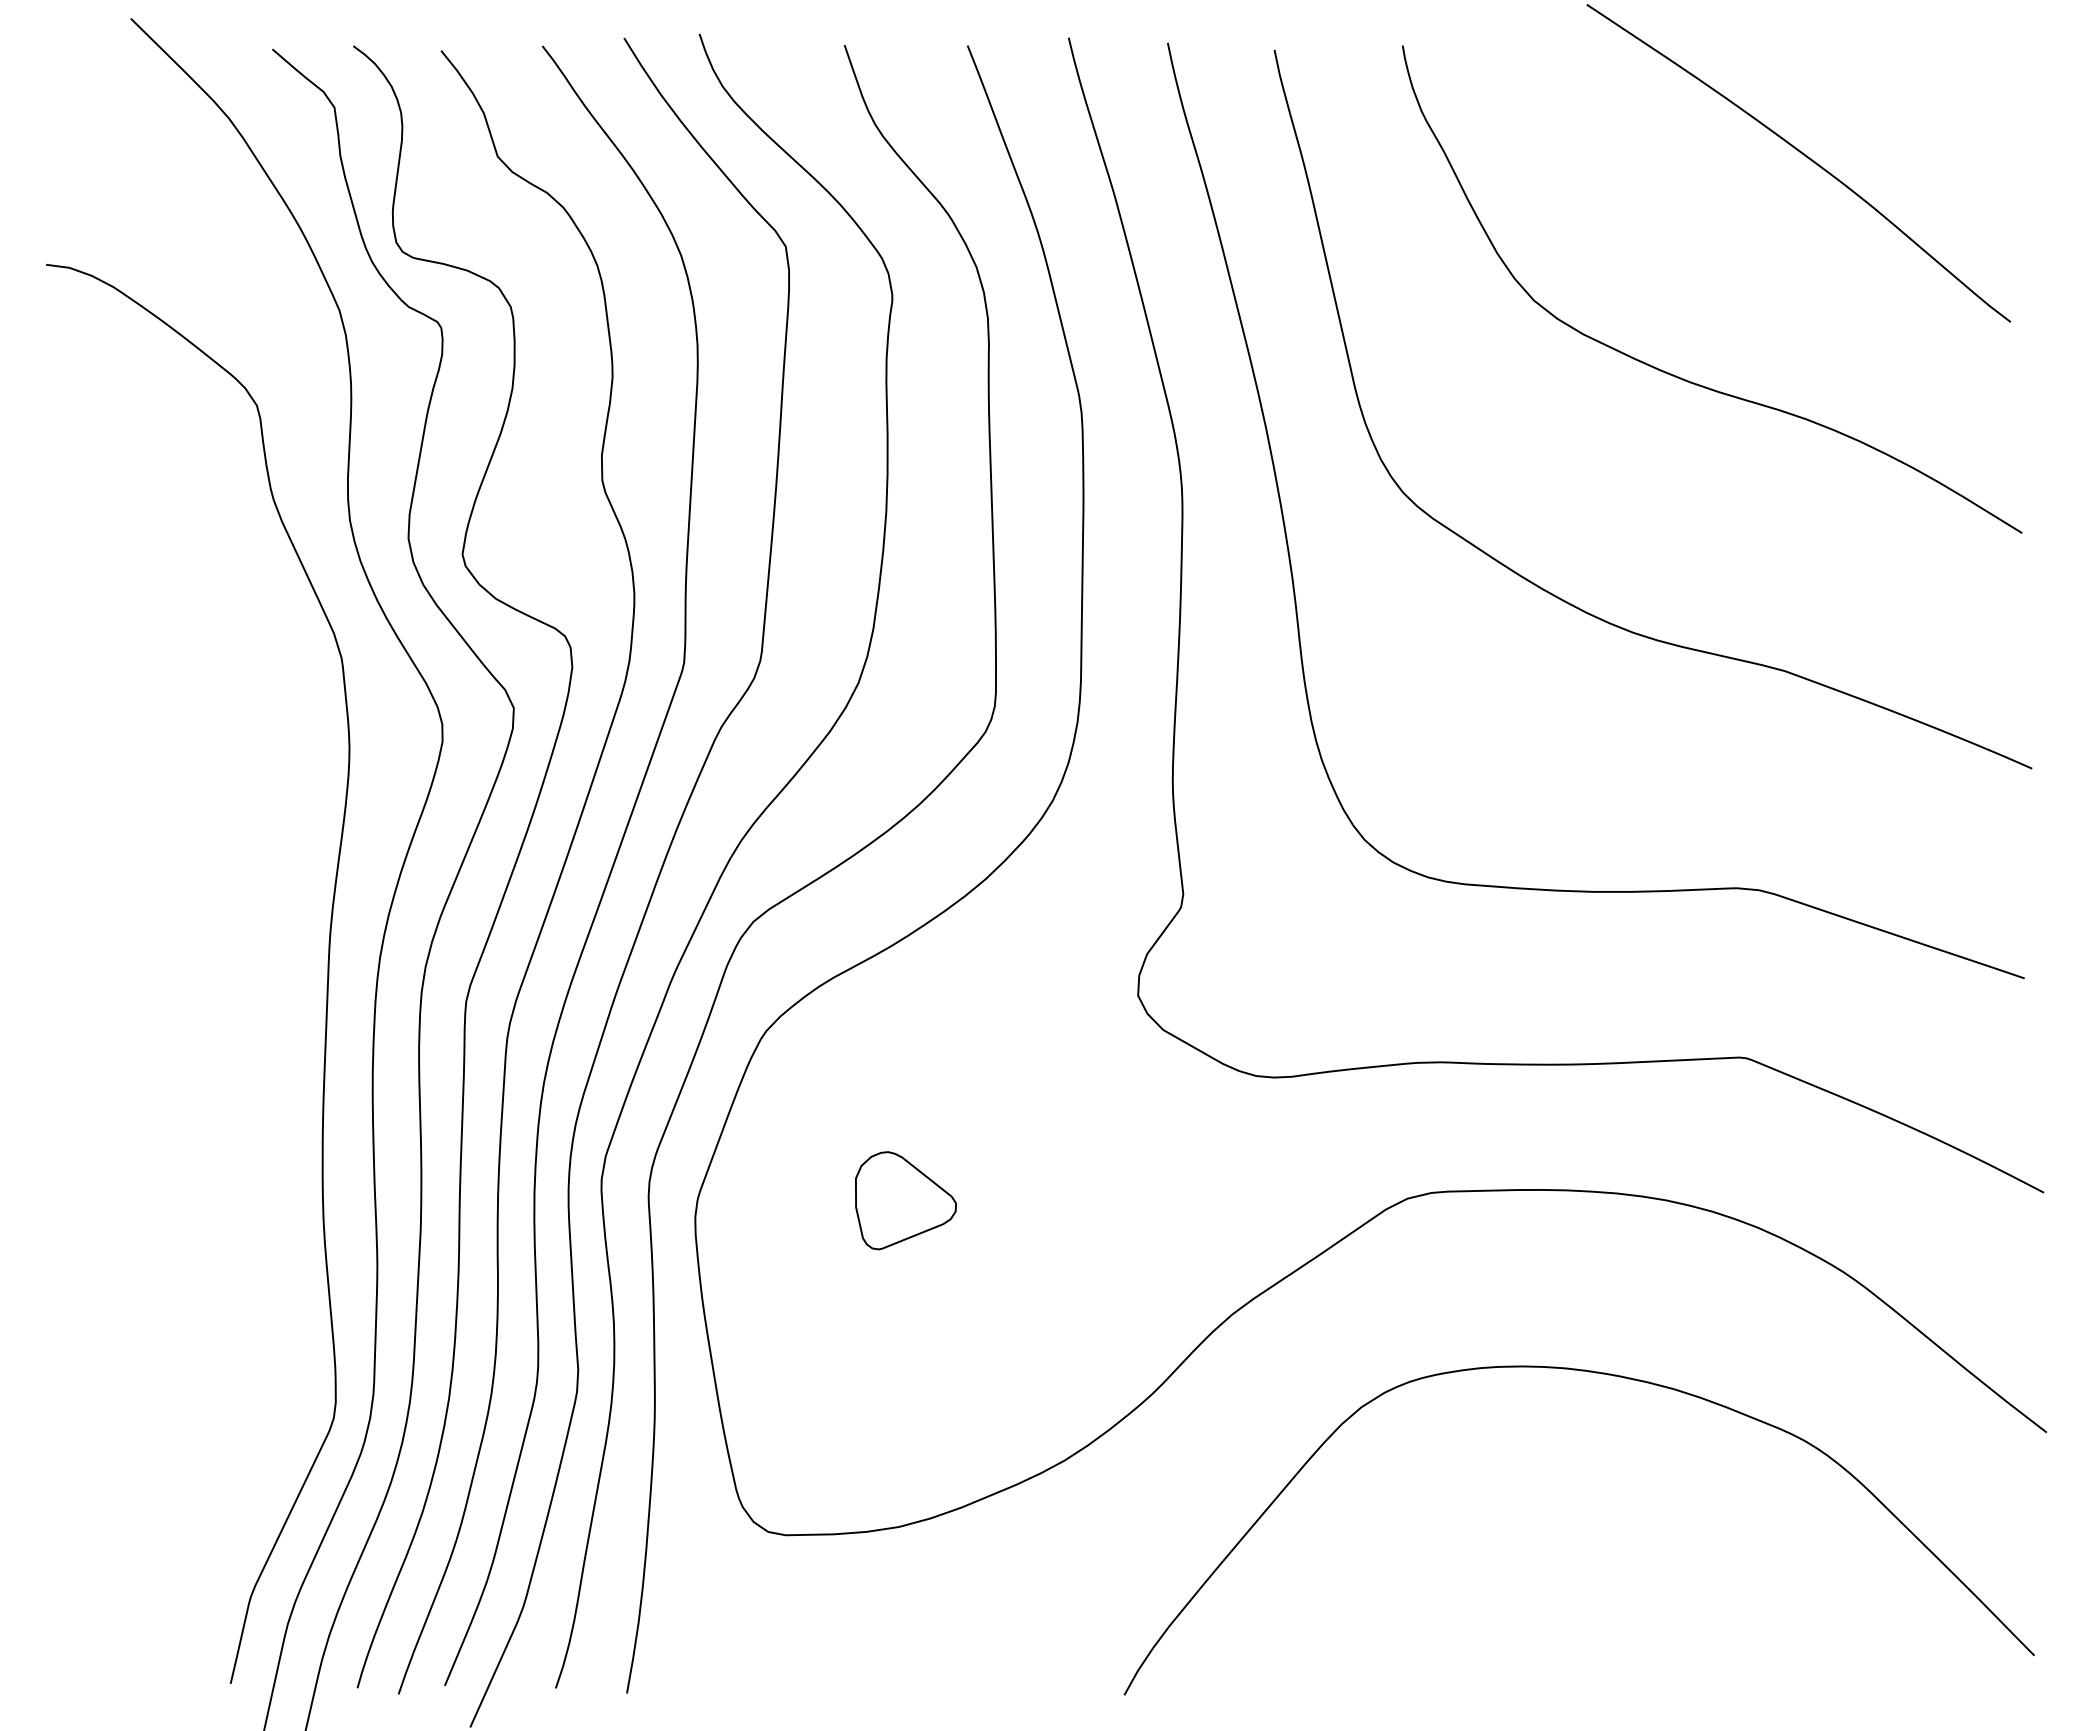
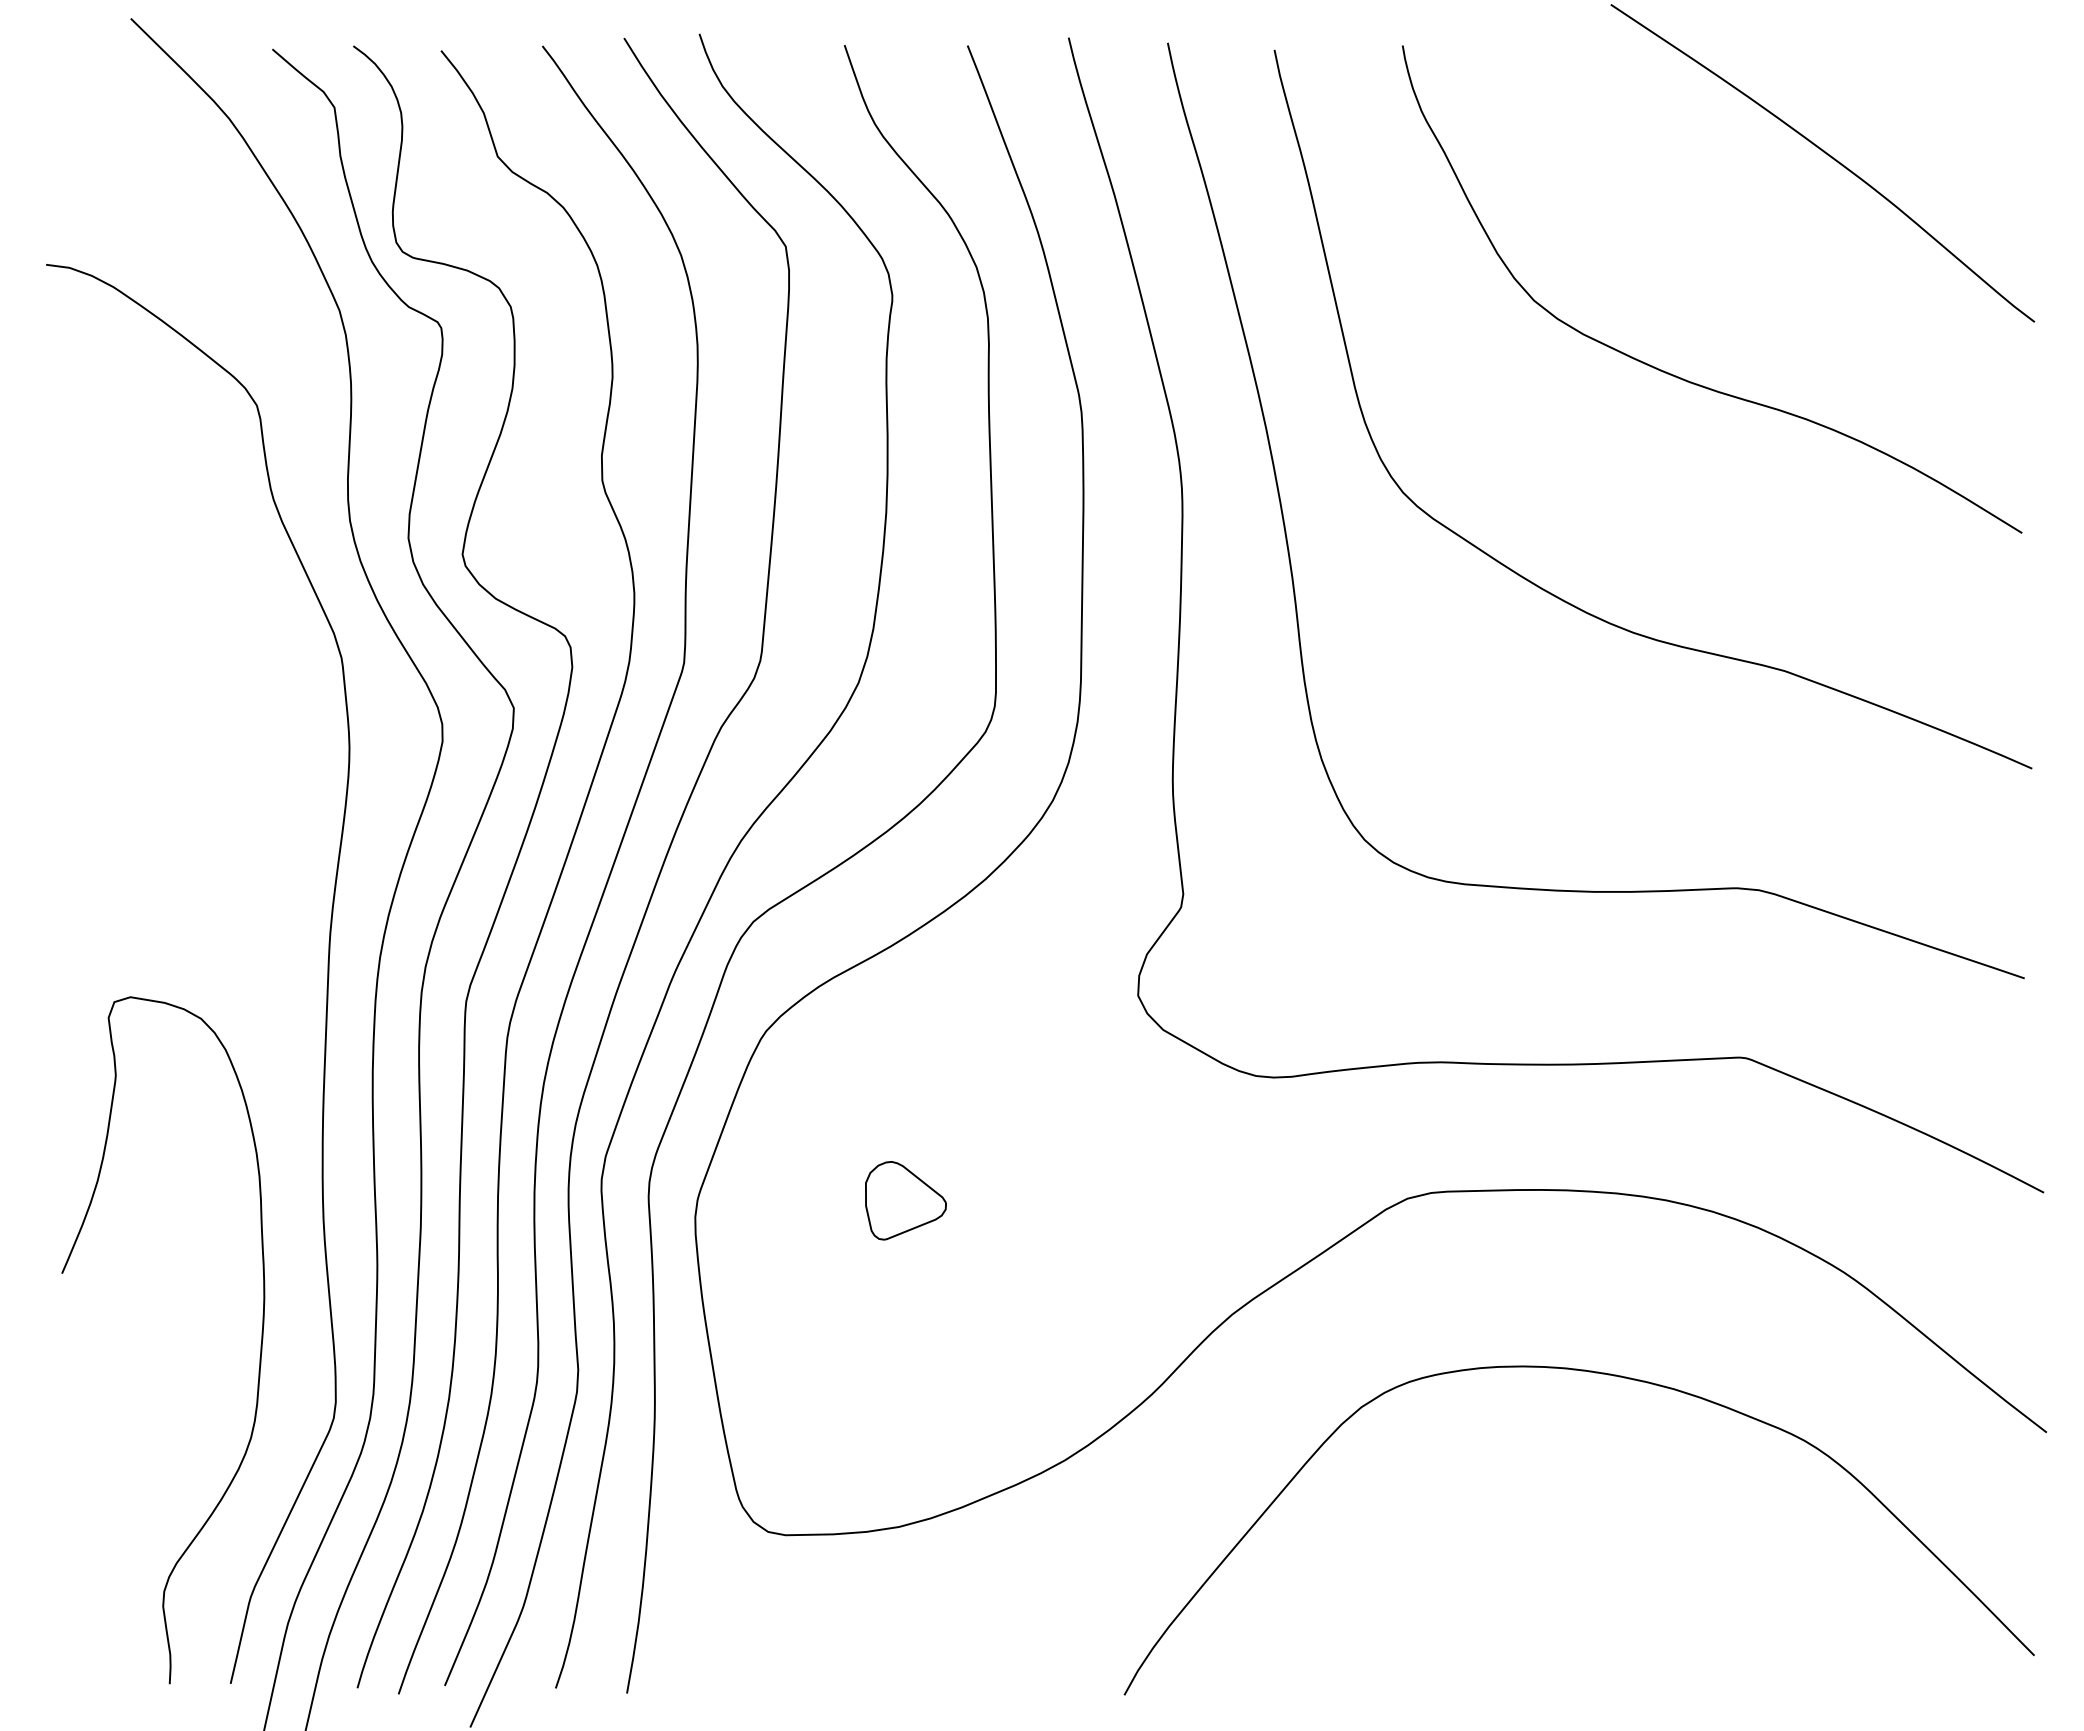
curve at (1803, 155) position: (1803, 155) -> (1827, 155)
part at (905, 1200) size: 102x100 px -> 82x80 px
curve at (260, 1344): none -> present
